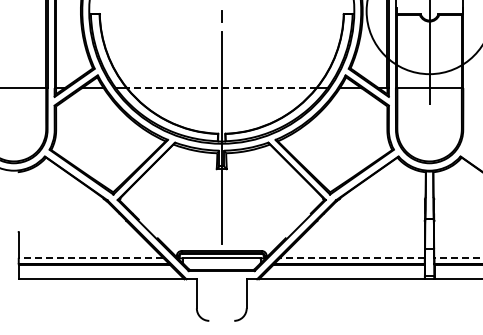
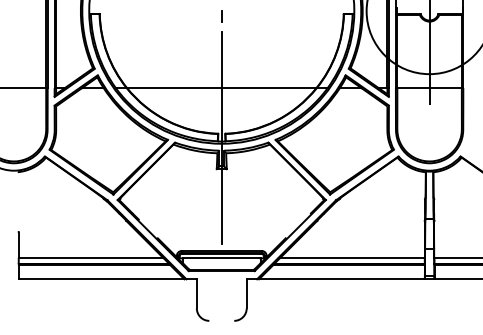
line at (221, 88): dashed -> solid
line at (90, 257): dashed -> solid
line at (352, 257): dashed -> solid
line at (458, 257): dashed -> solid
